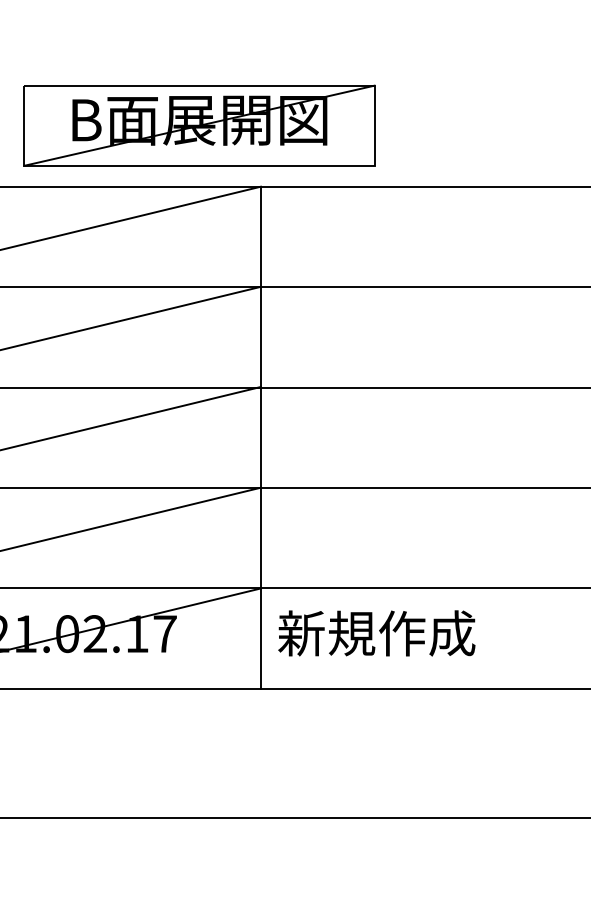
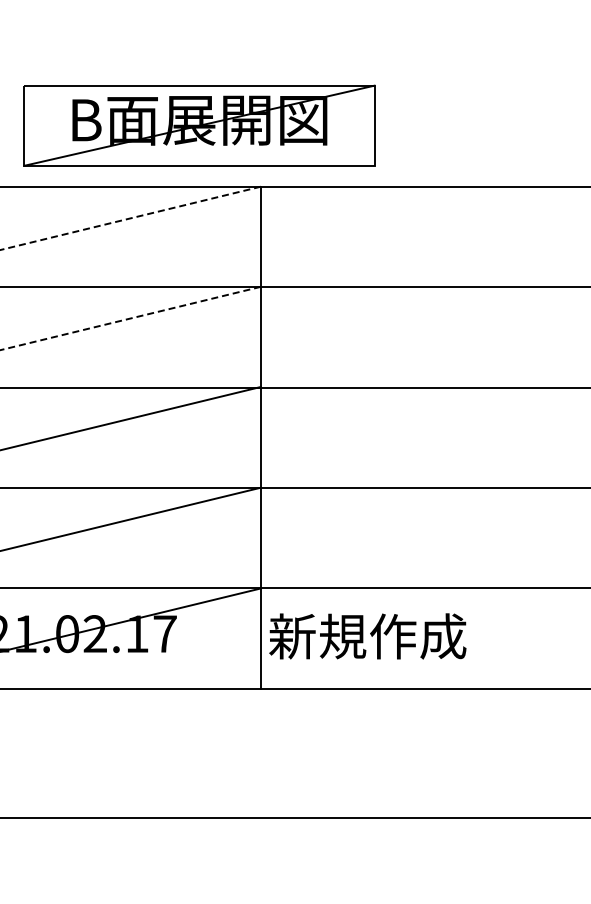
line at (130, 218): solid -> dashed
line at (130, 318): solid -> dashed
text at (376, 633) position: (376, 633) -> (367, 636)
